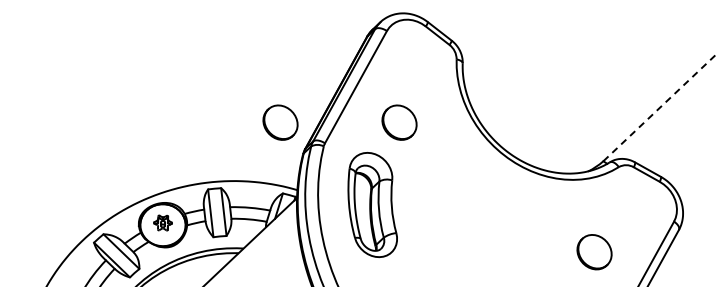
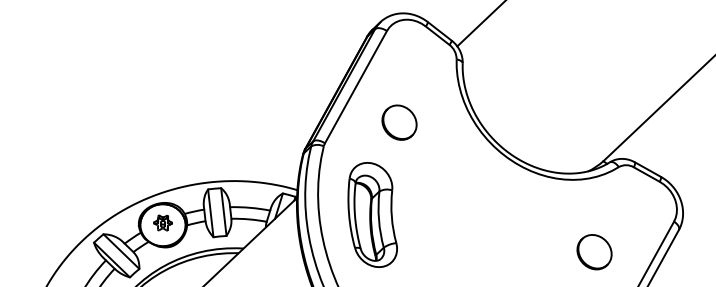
line at (480, 24): none -> present
line at (660, 107): dashed -> solid
part at (280, 122): present -> none
part at (372, 205) position: (372, 205) -> (372, 215)
